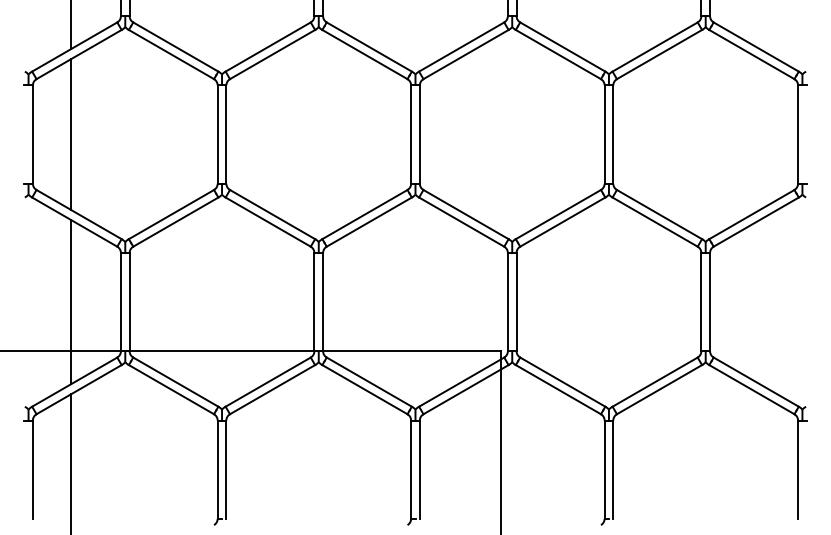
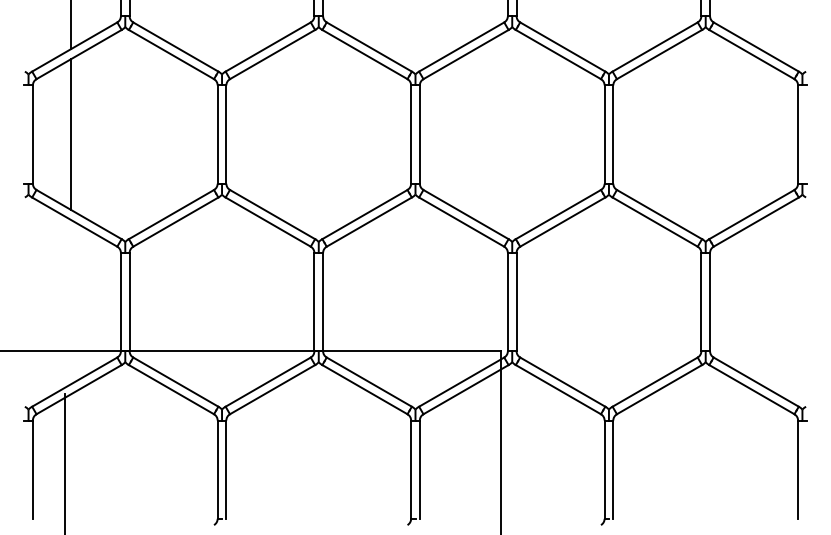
line at (71, 302): present -> none
line at (71, 462) position: (71, 462) -> (65, 462)
